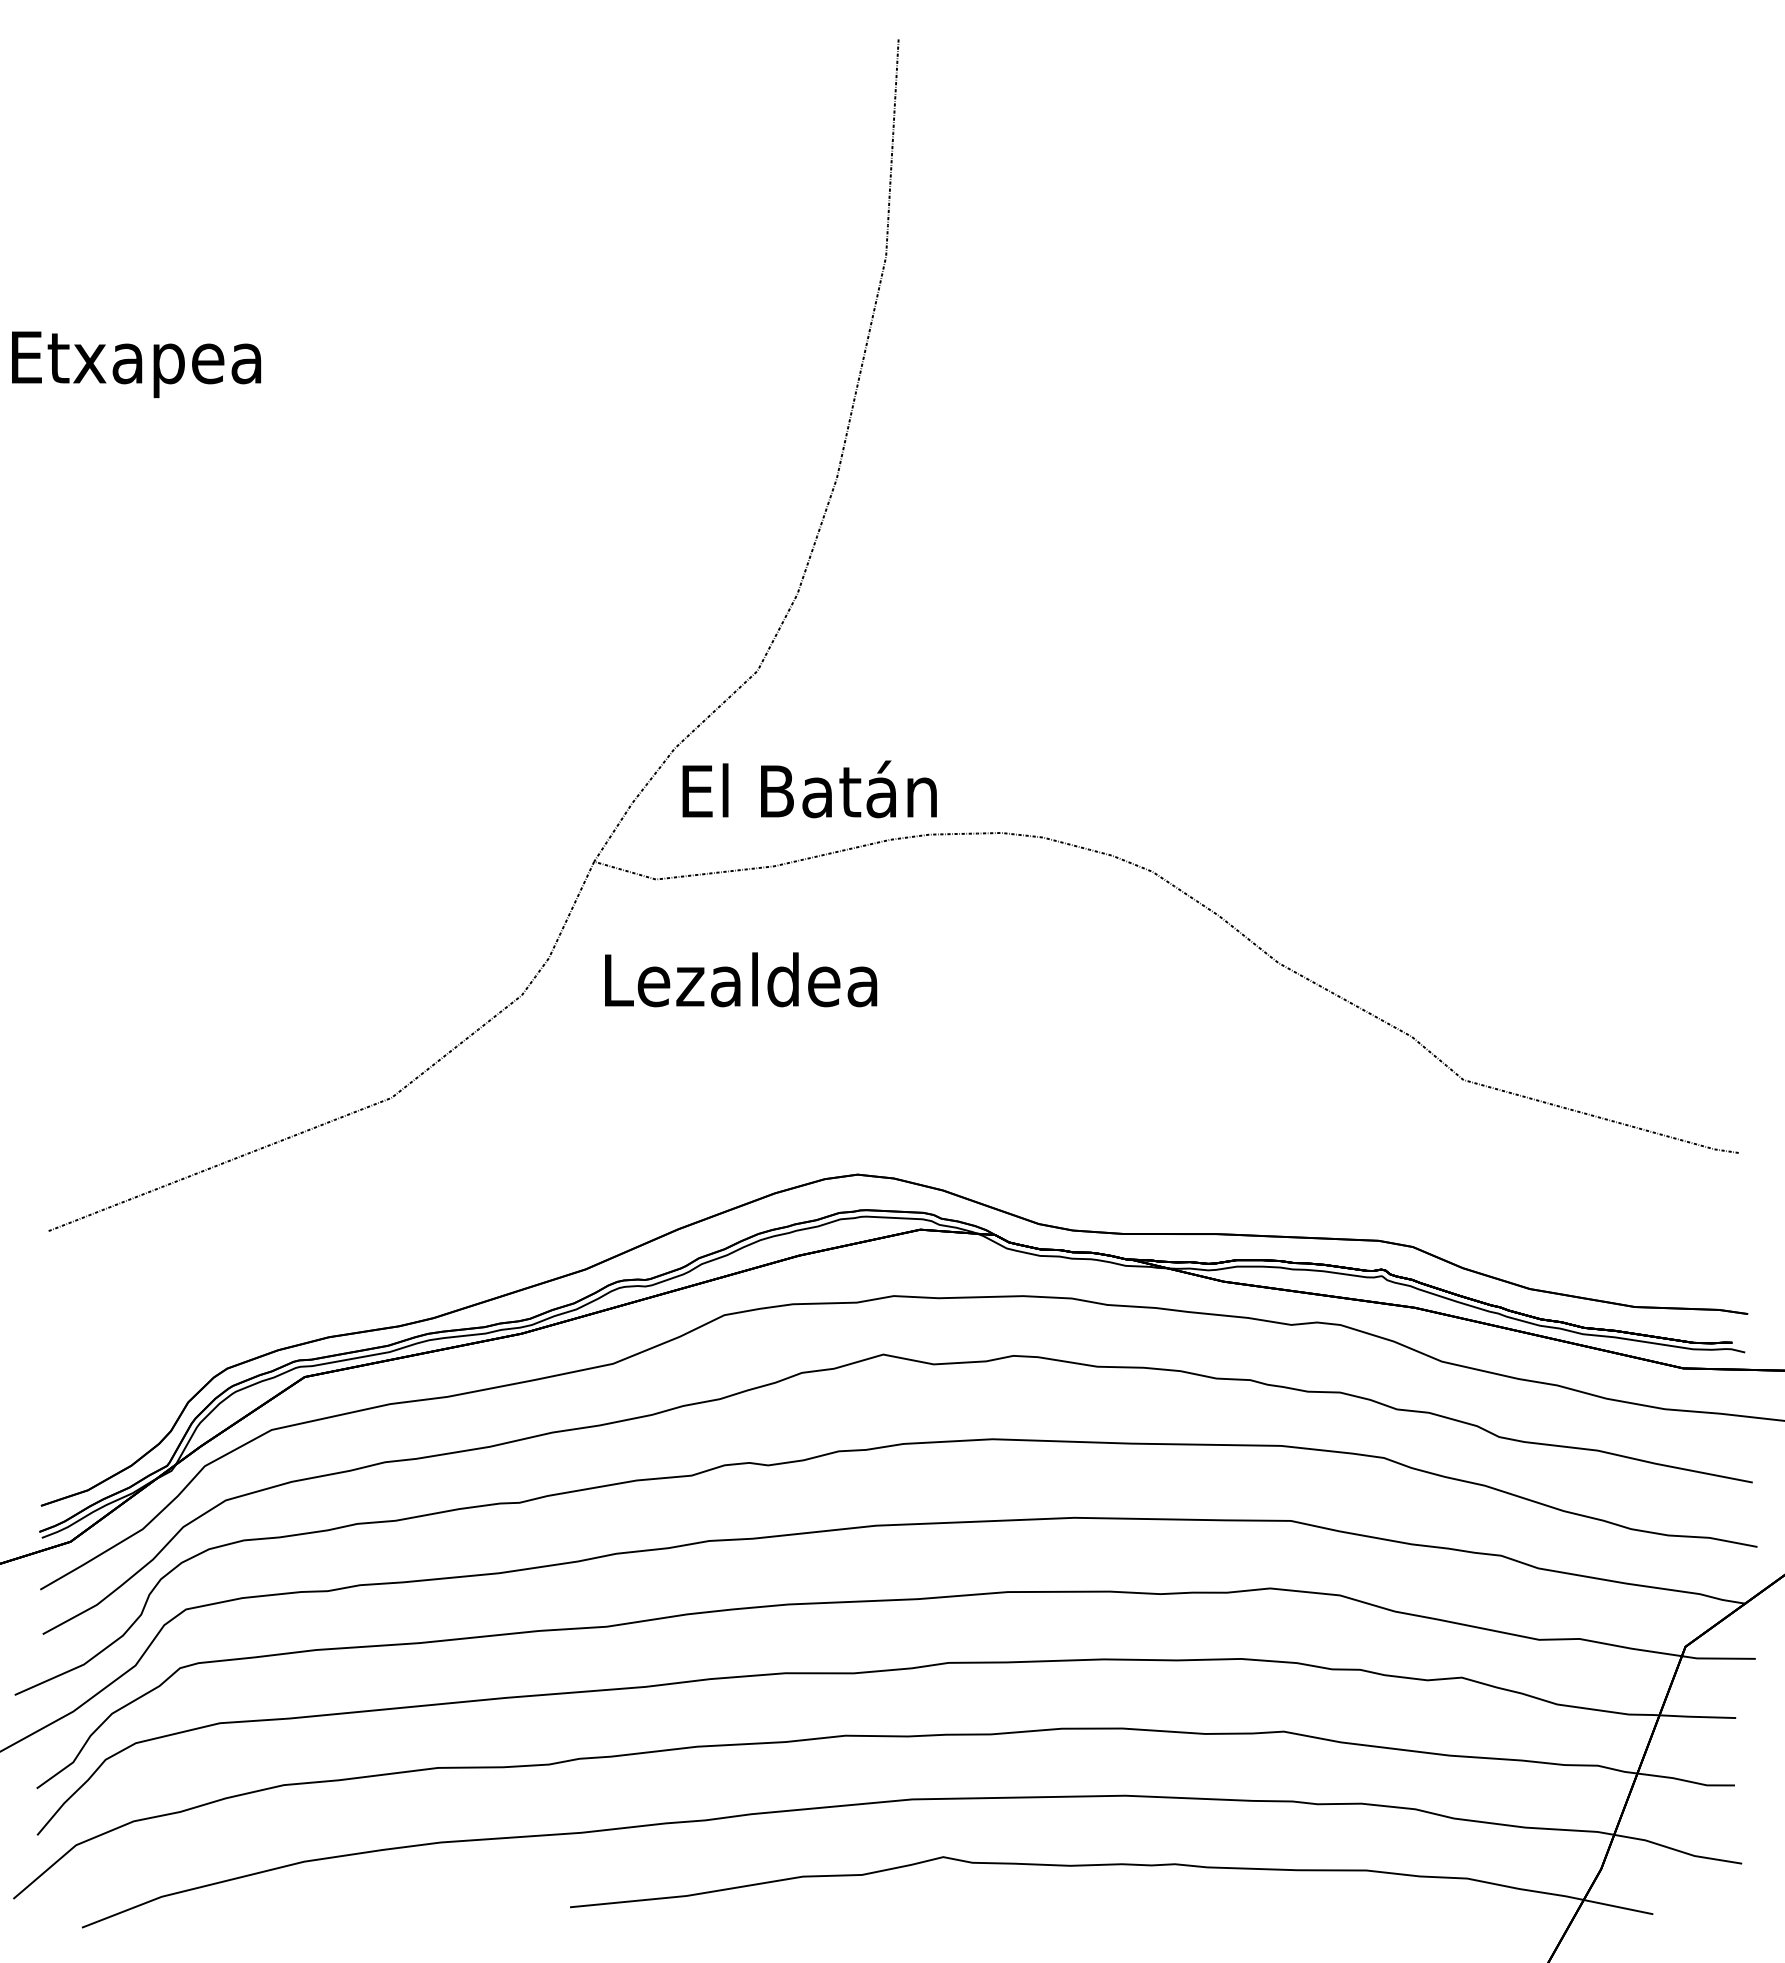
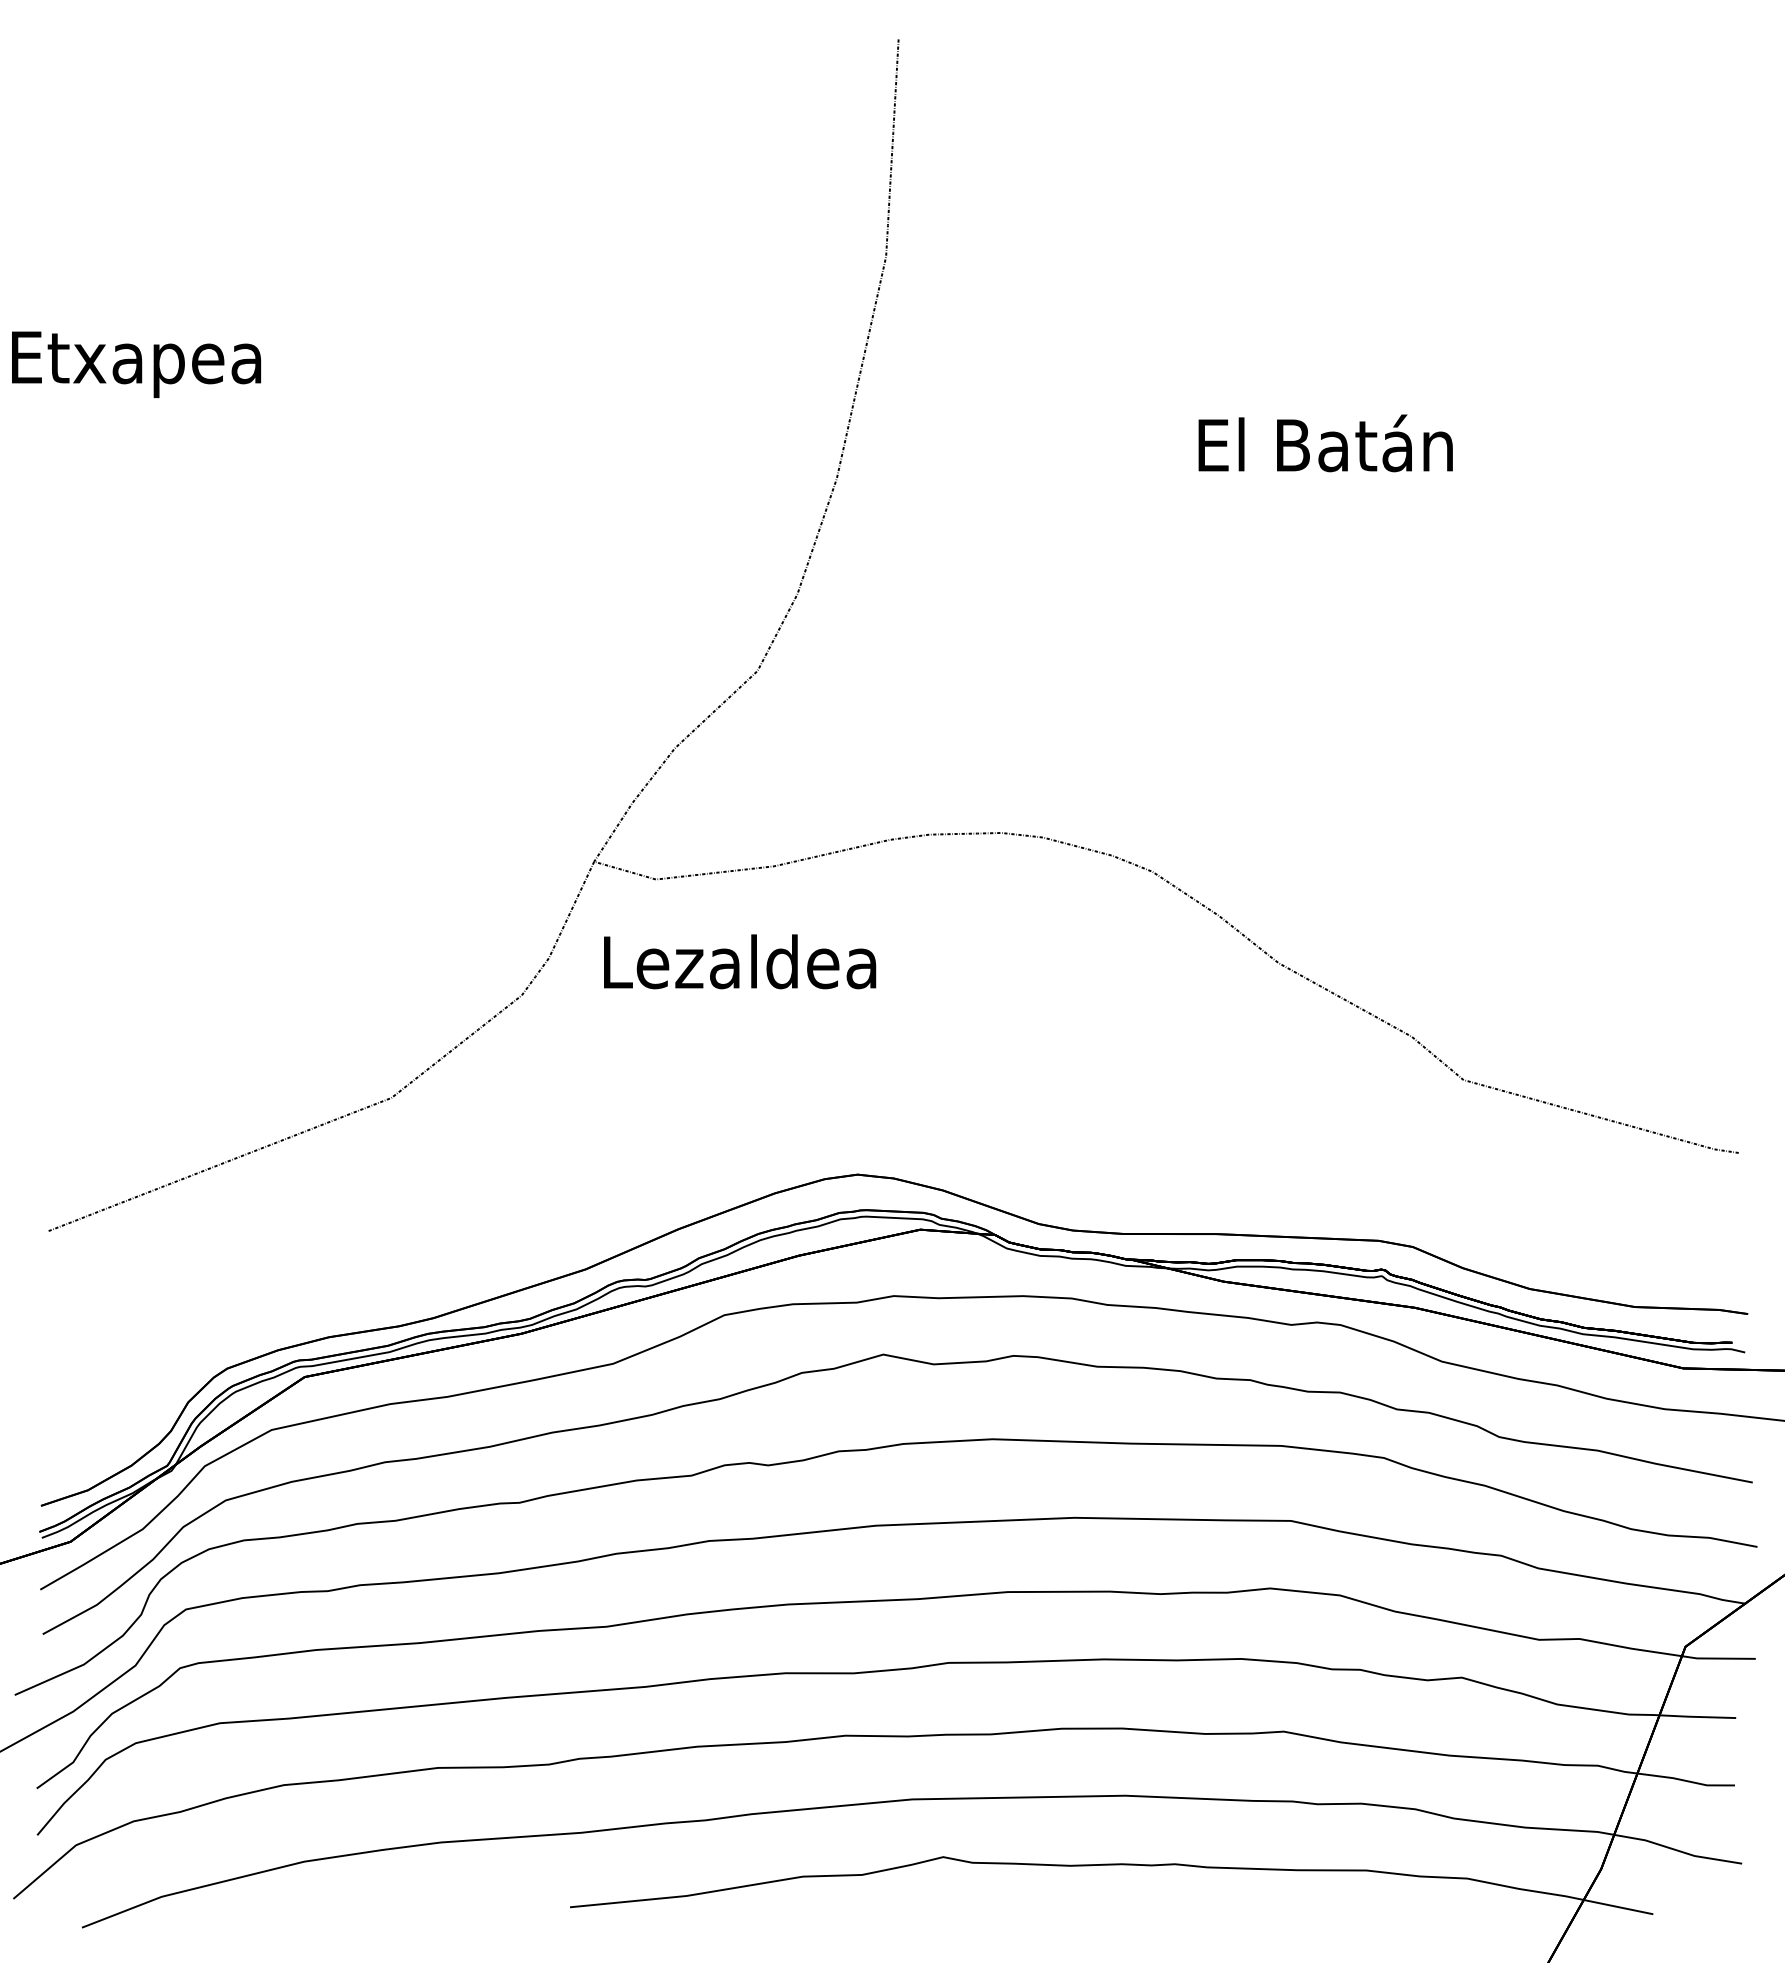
text at (809, 789) position: (809, 789) -> (1325, 443)
text at (741, 979) position: (741, 979) -> (740, 961)
